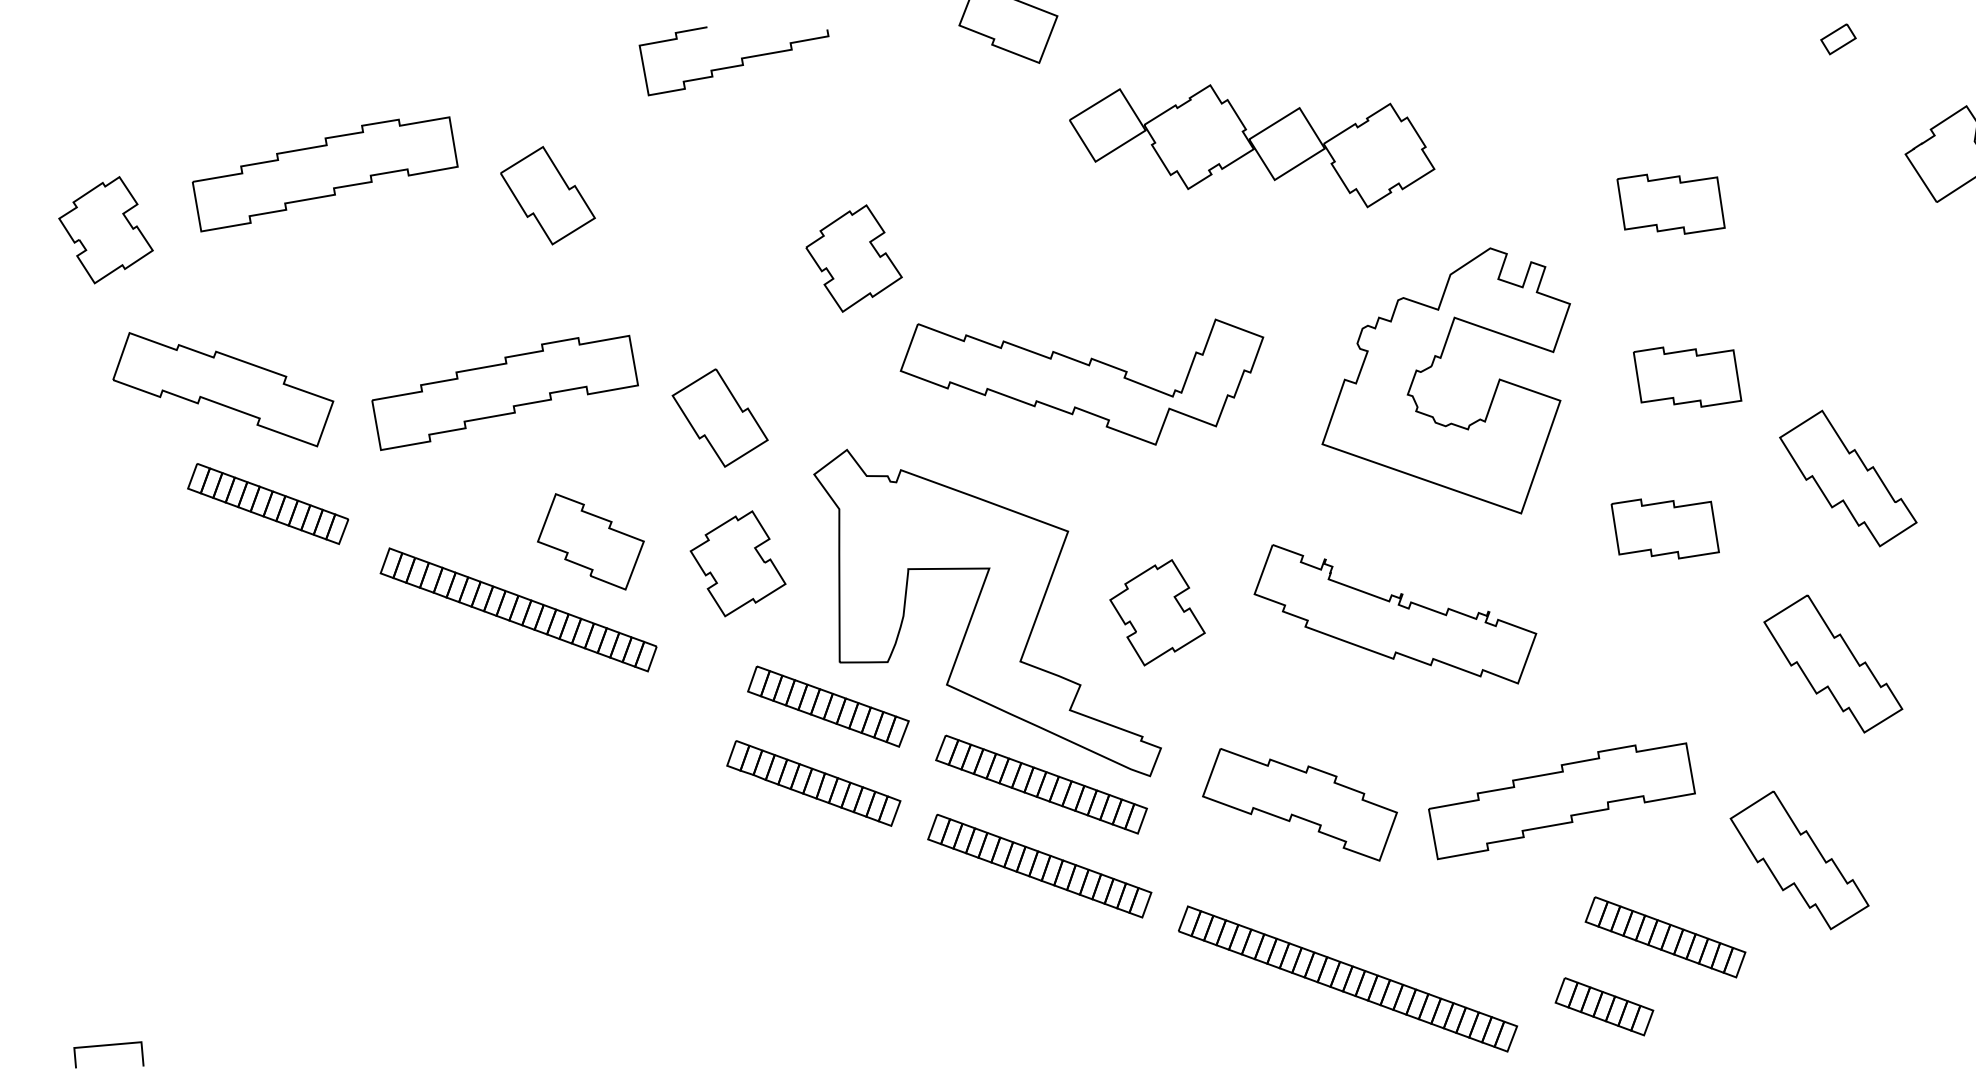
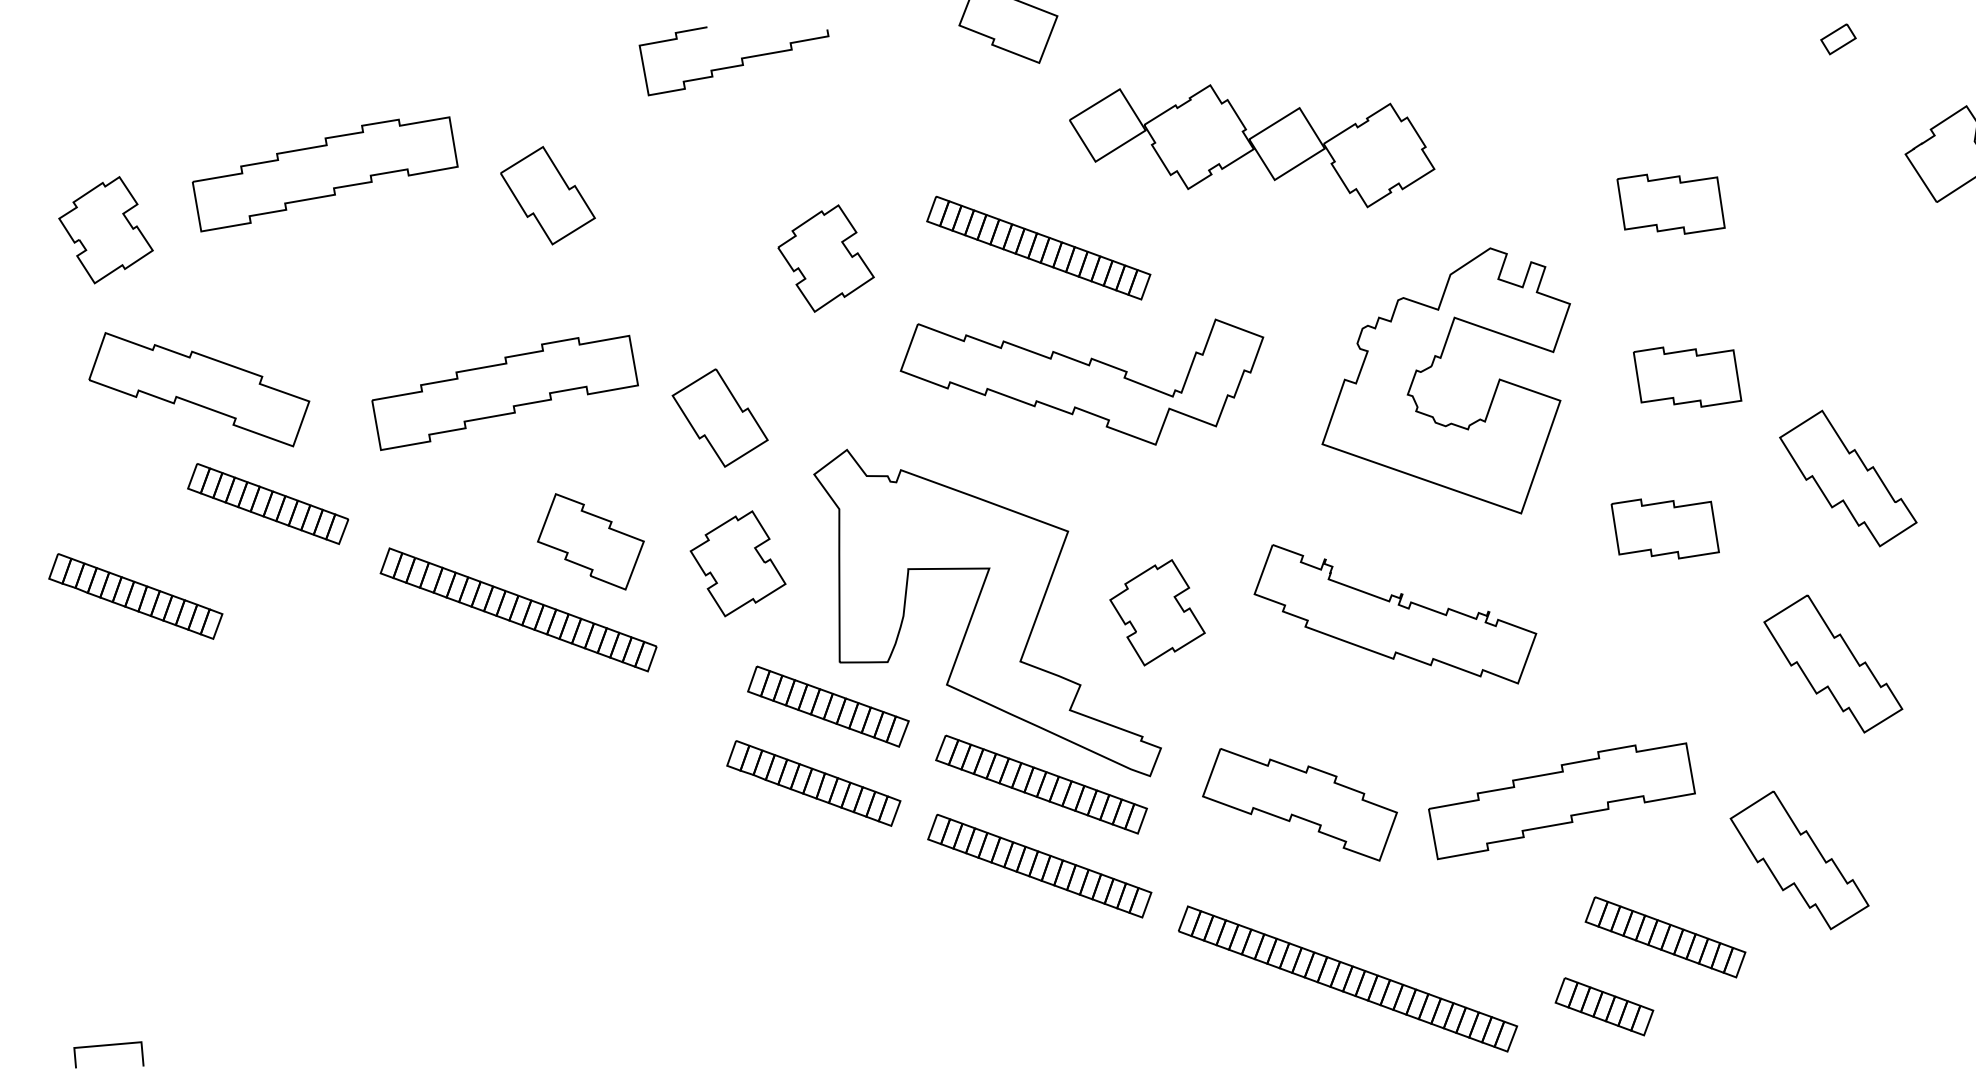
part at (1038, 247): none -> present
part at (853, 258) position: (853, 258) -> (825, 258)
part at (223, 389) position: (223, 389) -> (199, 389)
part at (135, 596): none -> present
